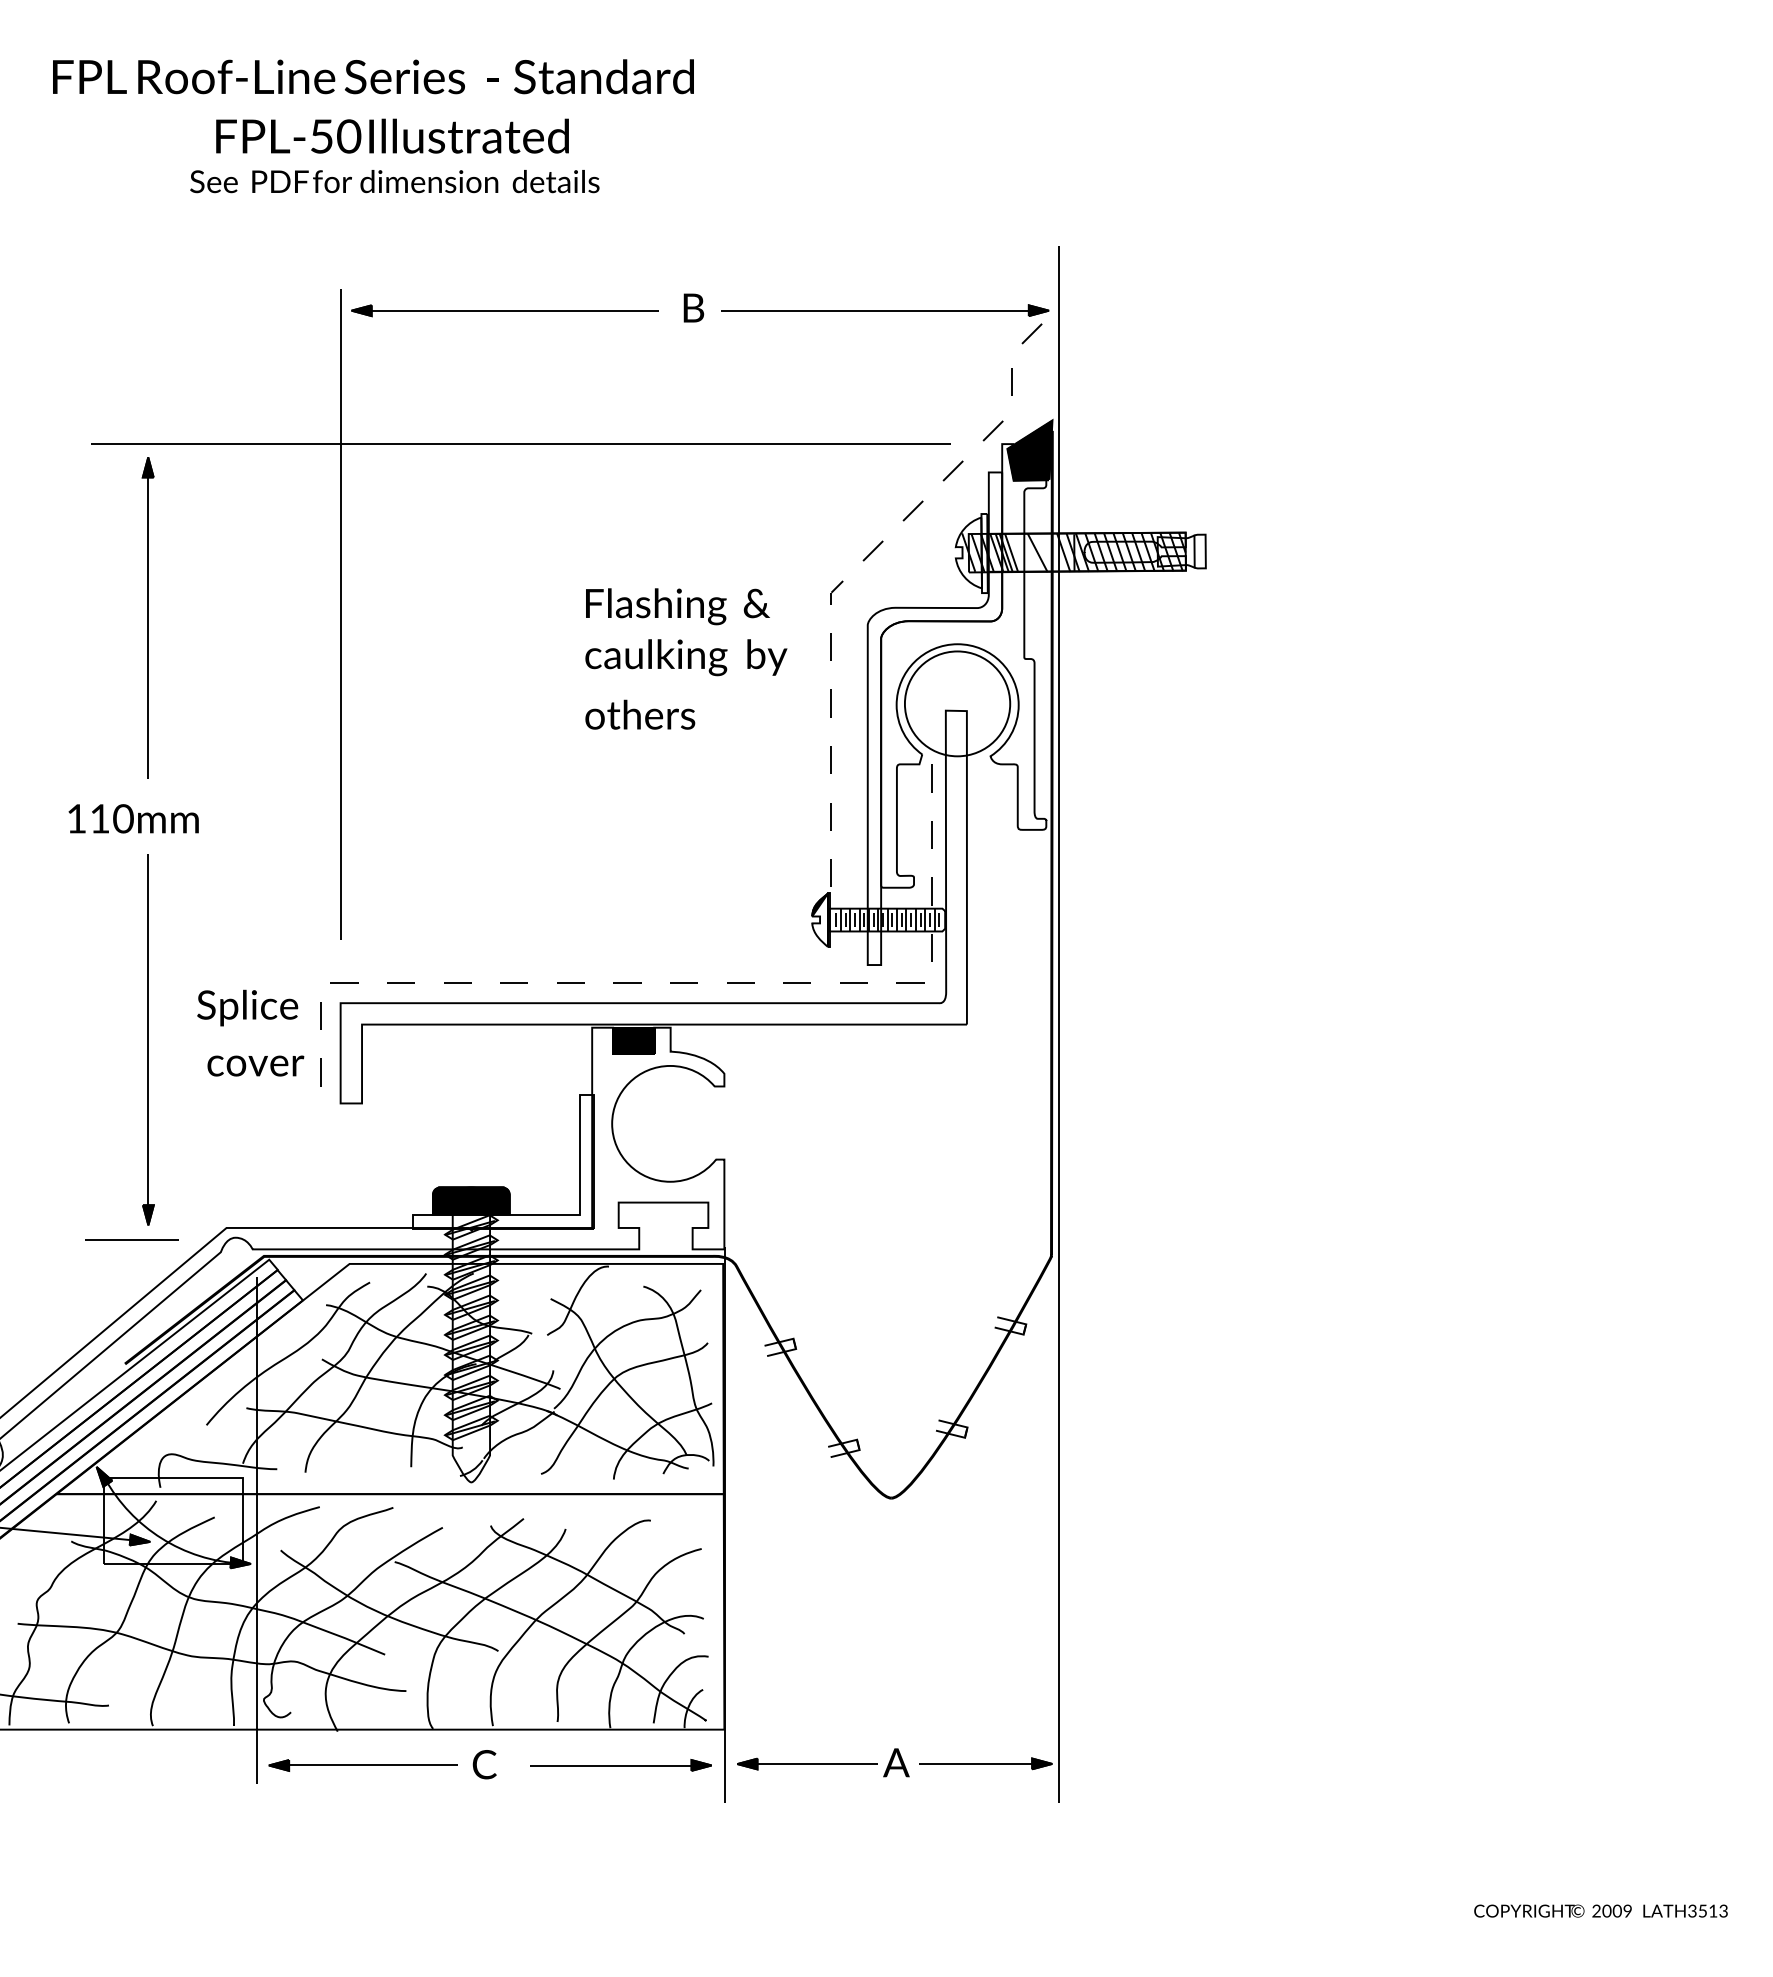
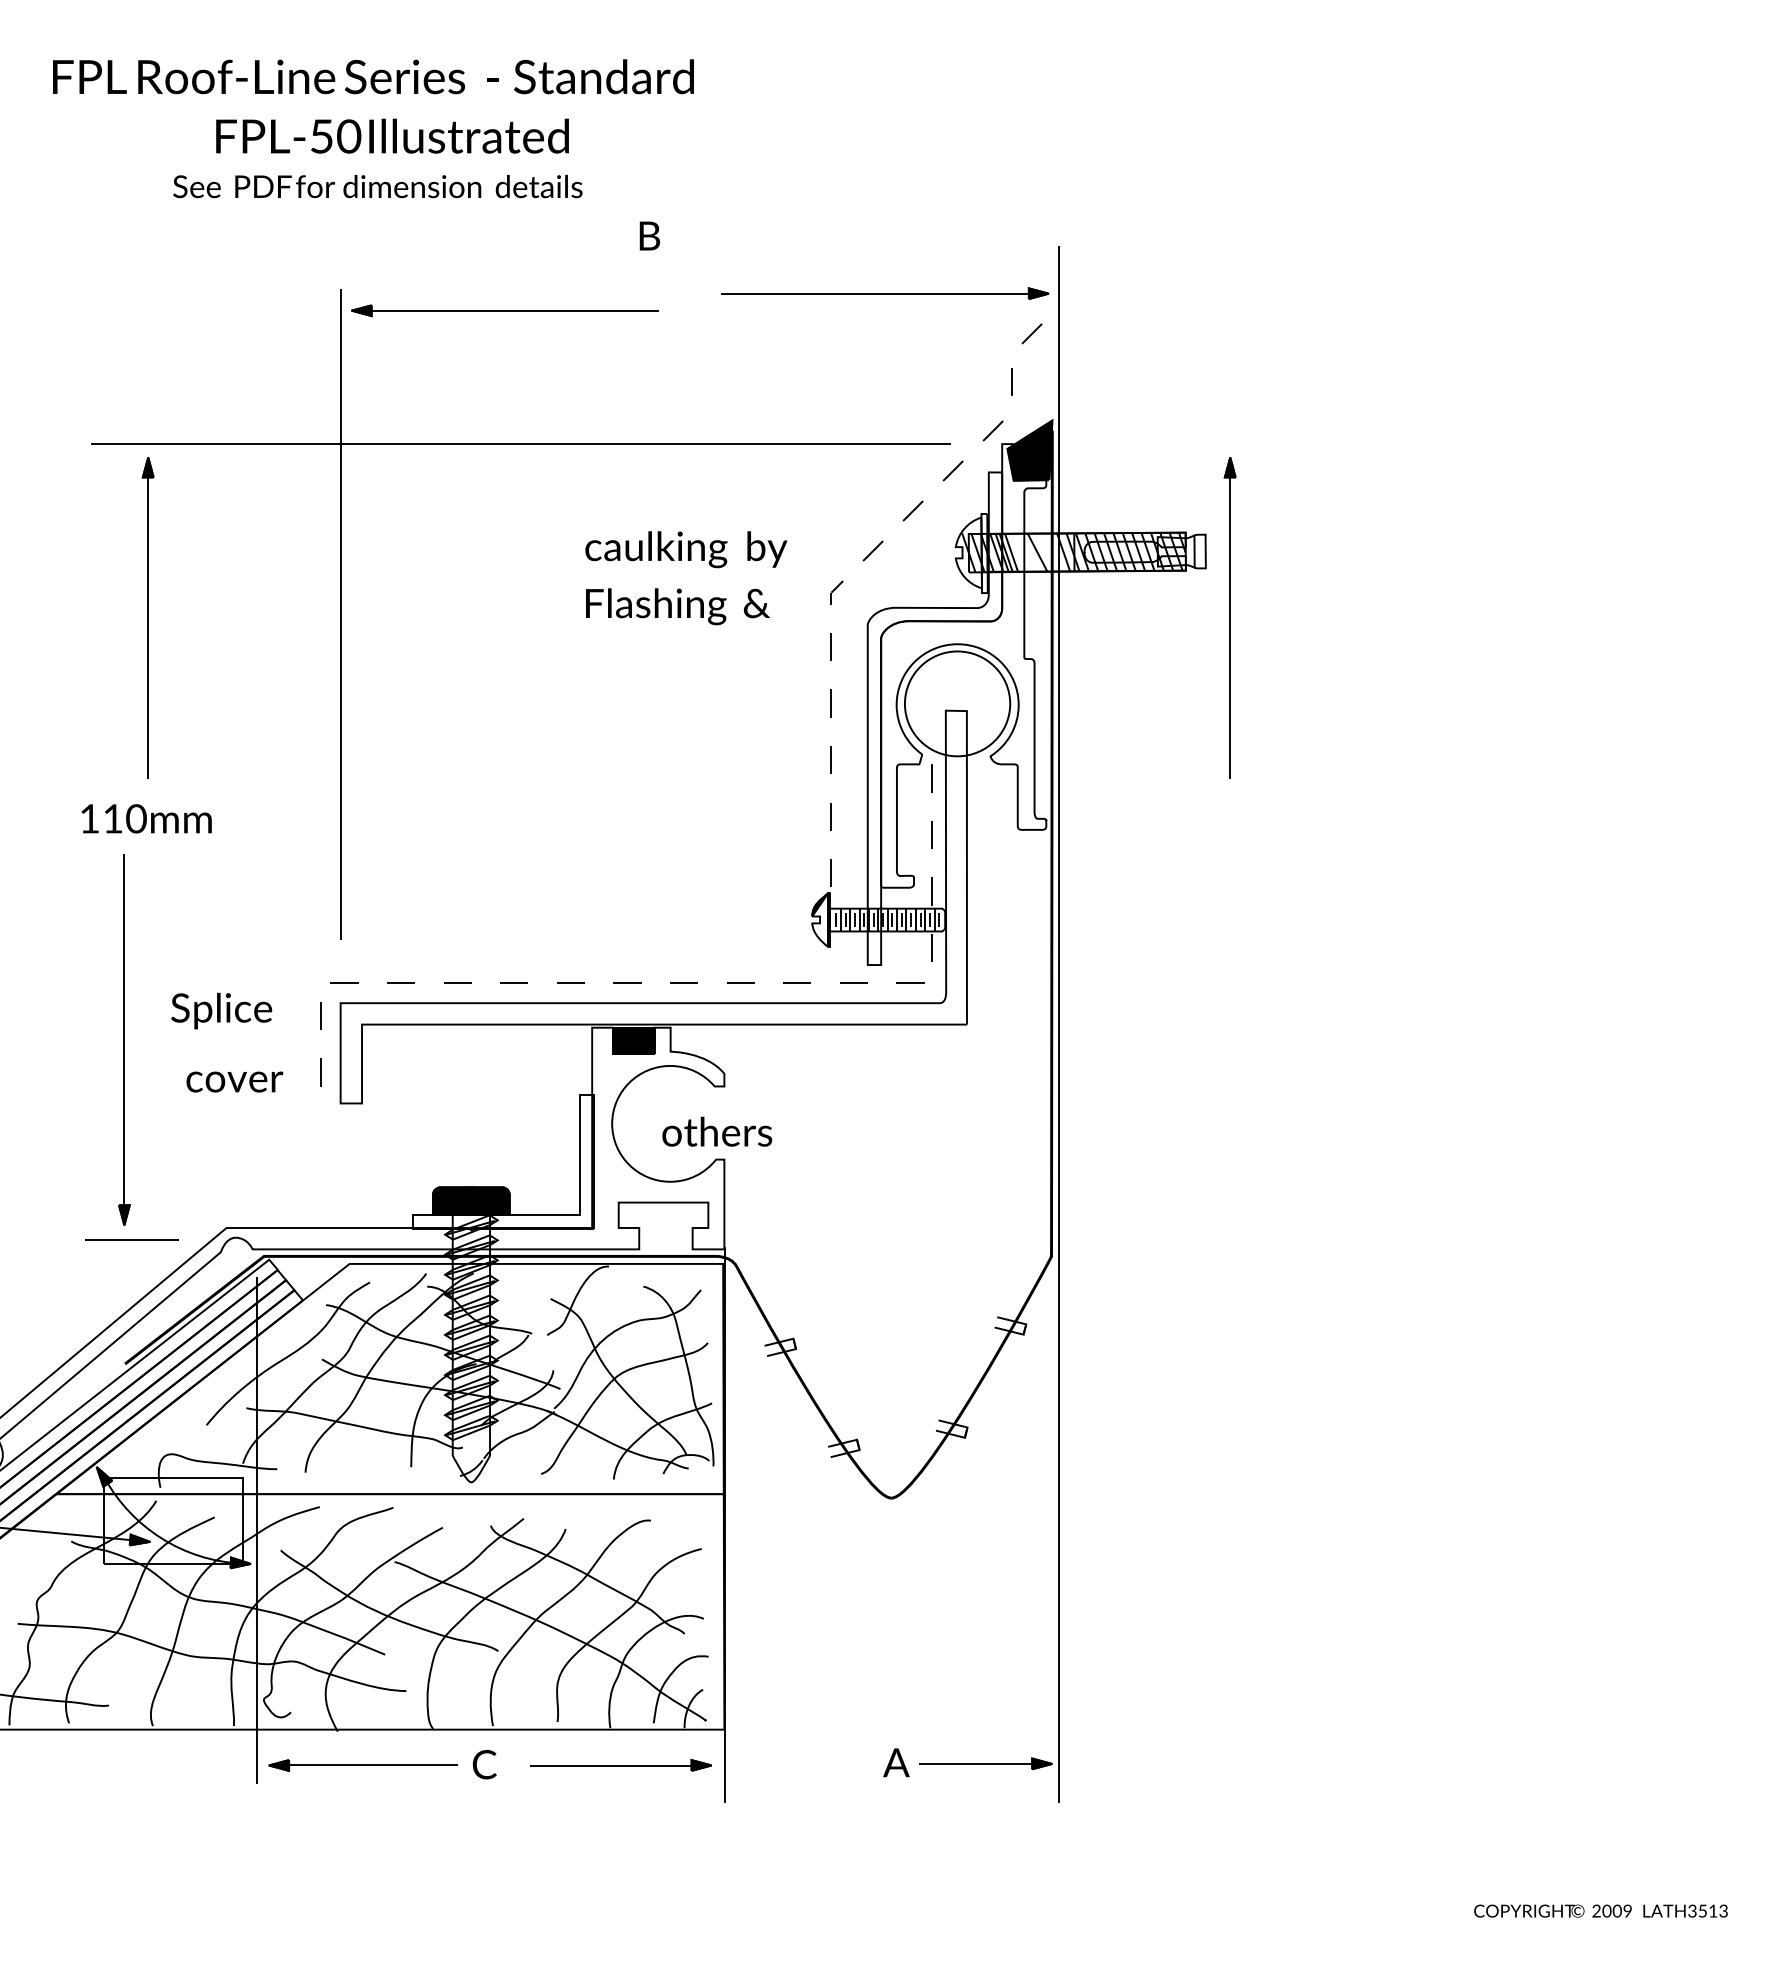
text at (394, 181) position: (394, 181) -> (377, 186)
text at (693, 307) position: (693, 307) -> (649, 235)
part at (885, 310) position: (885, 310) -> (885, 293)
part at (1229, 617): none -> present
text at (686, 657) position: (686, 657) -> (686, 549)
text at (640, 714) position: (640, 714) -> (717, 1131)
text at (133, 818) position: (133, 818) -> (146, 818)
text at (247, 1007) position: (247, 1007) -> (221, 1010)
part at (148, 1039) position: (148, 1039) -> (124, 1039)
text at (255, 1065) position: (255, 1065) -> (234, 1081)
part at (807, 1763): present -> none
